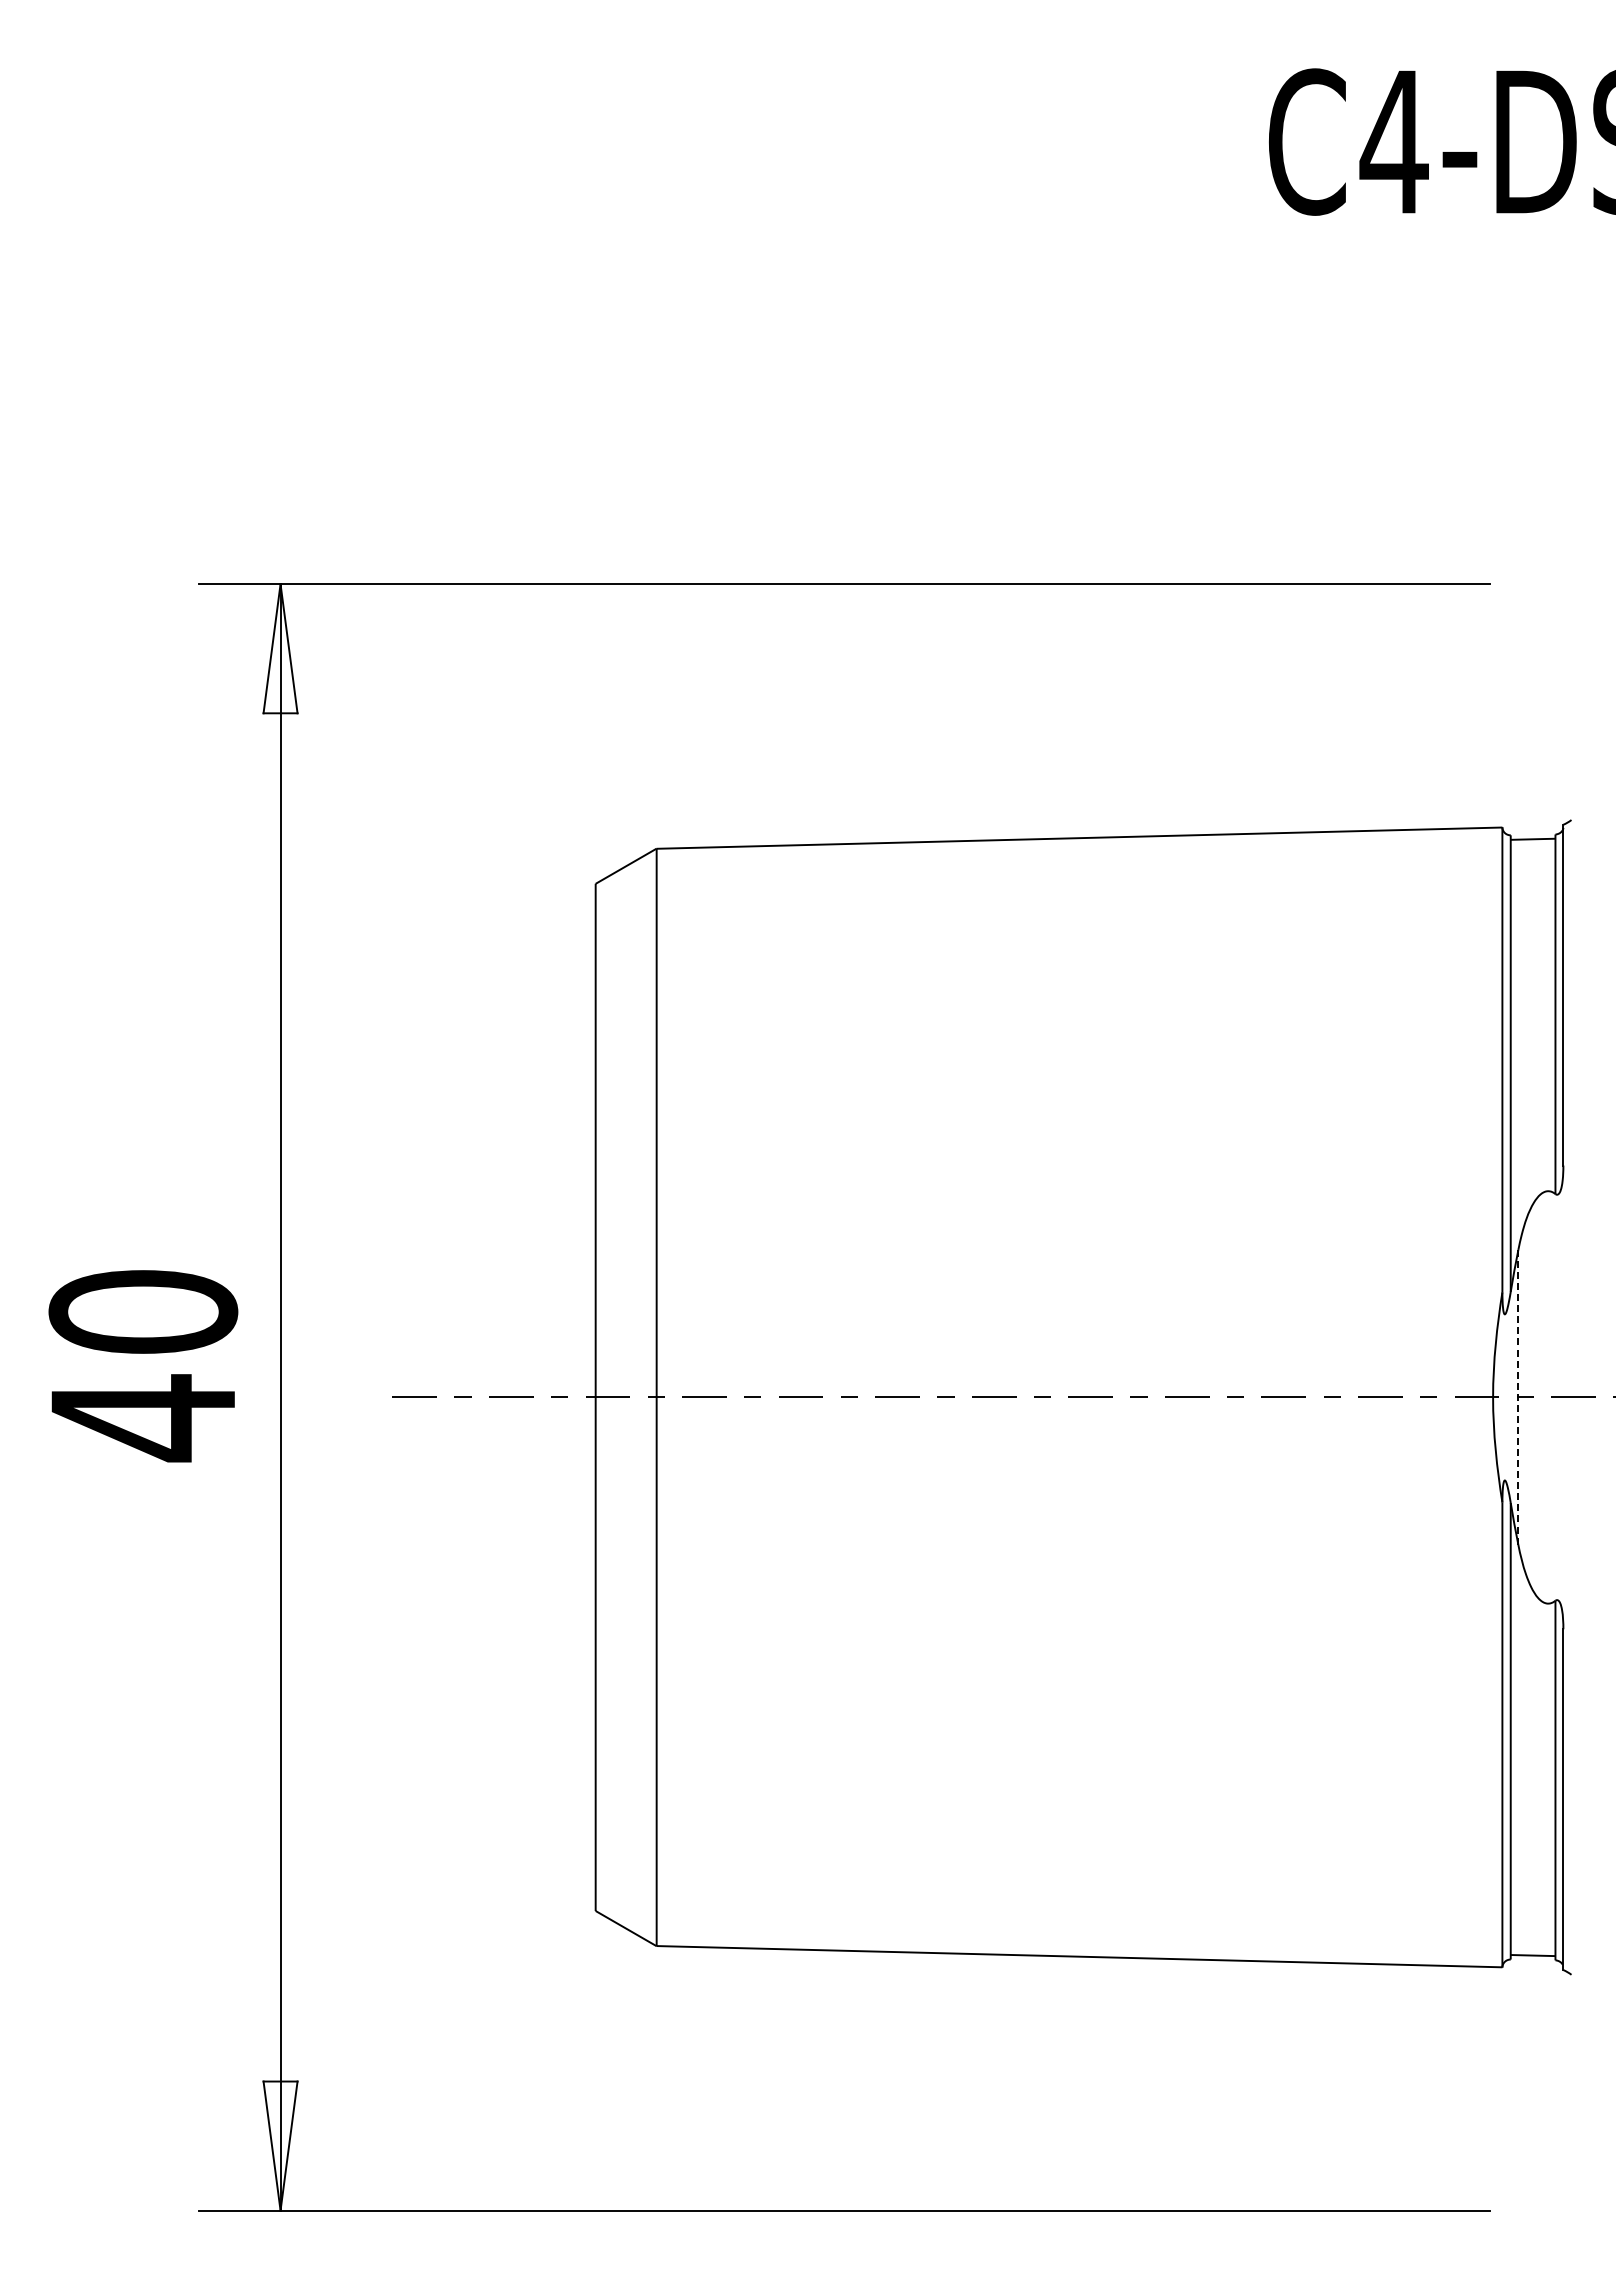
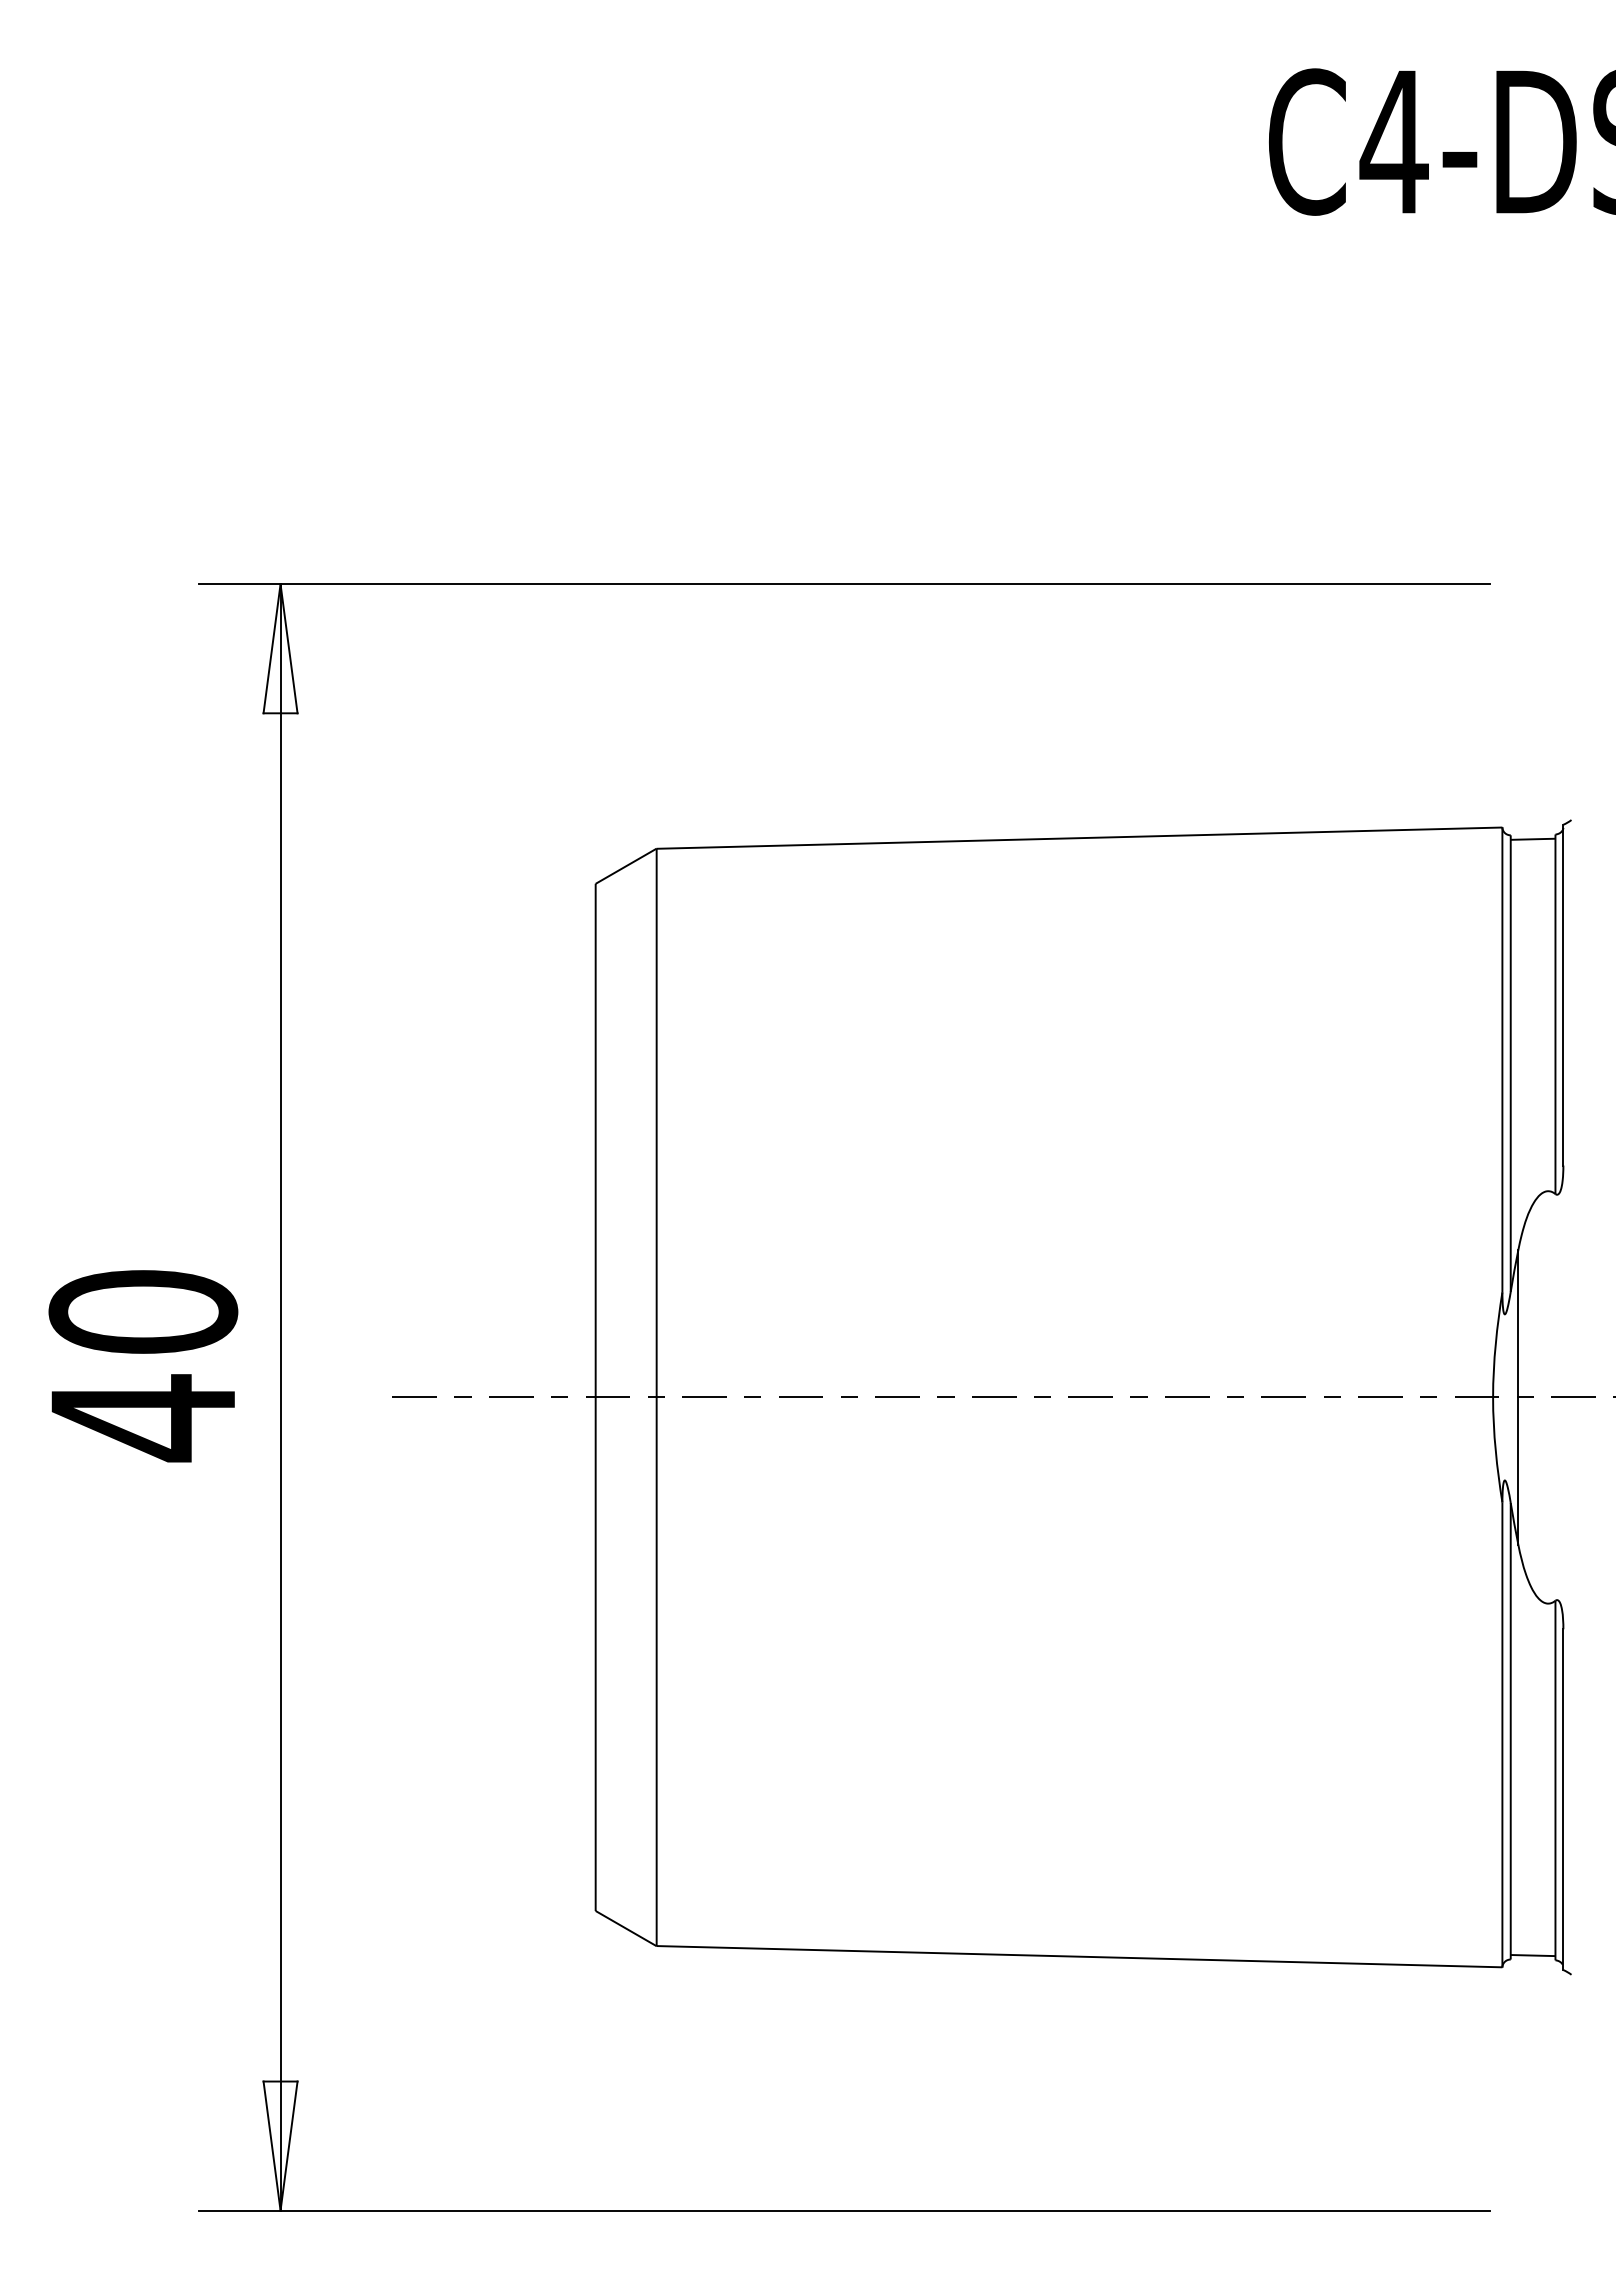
line at (1518, 1397): dashed -> solid
